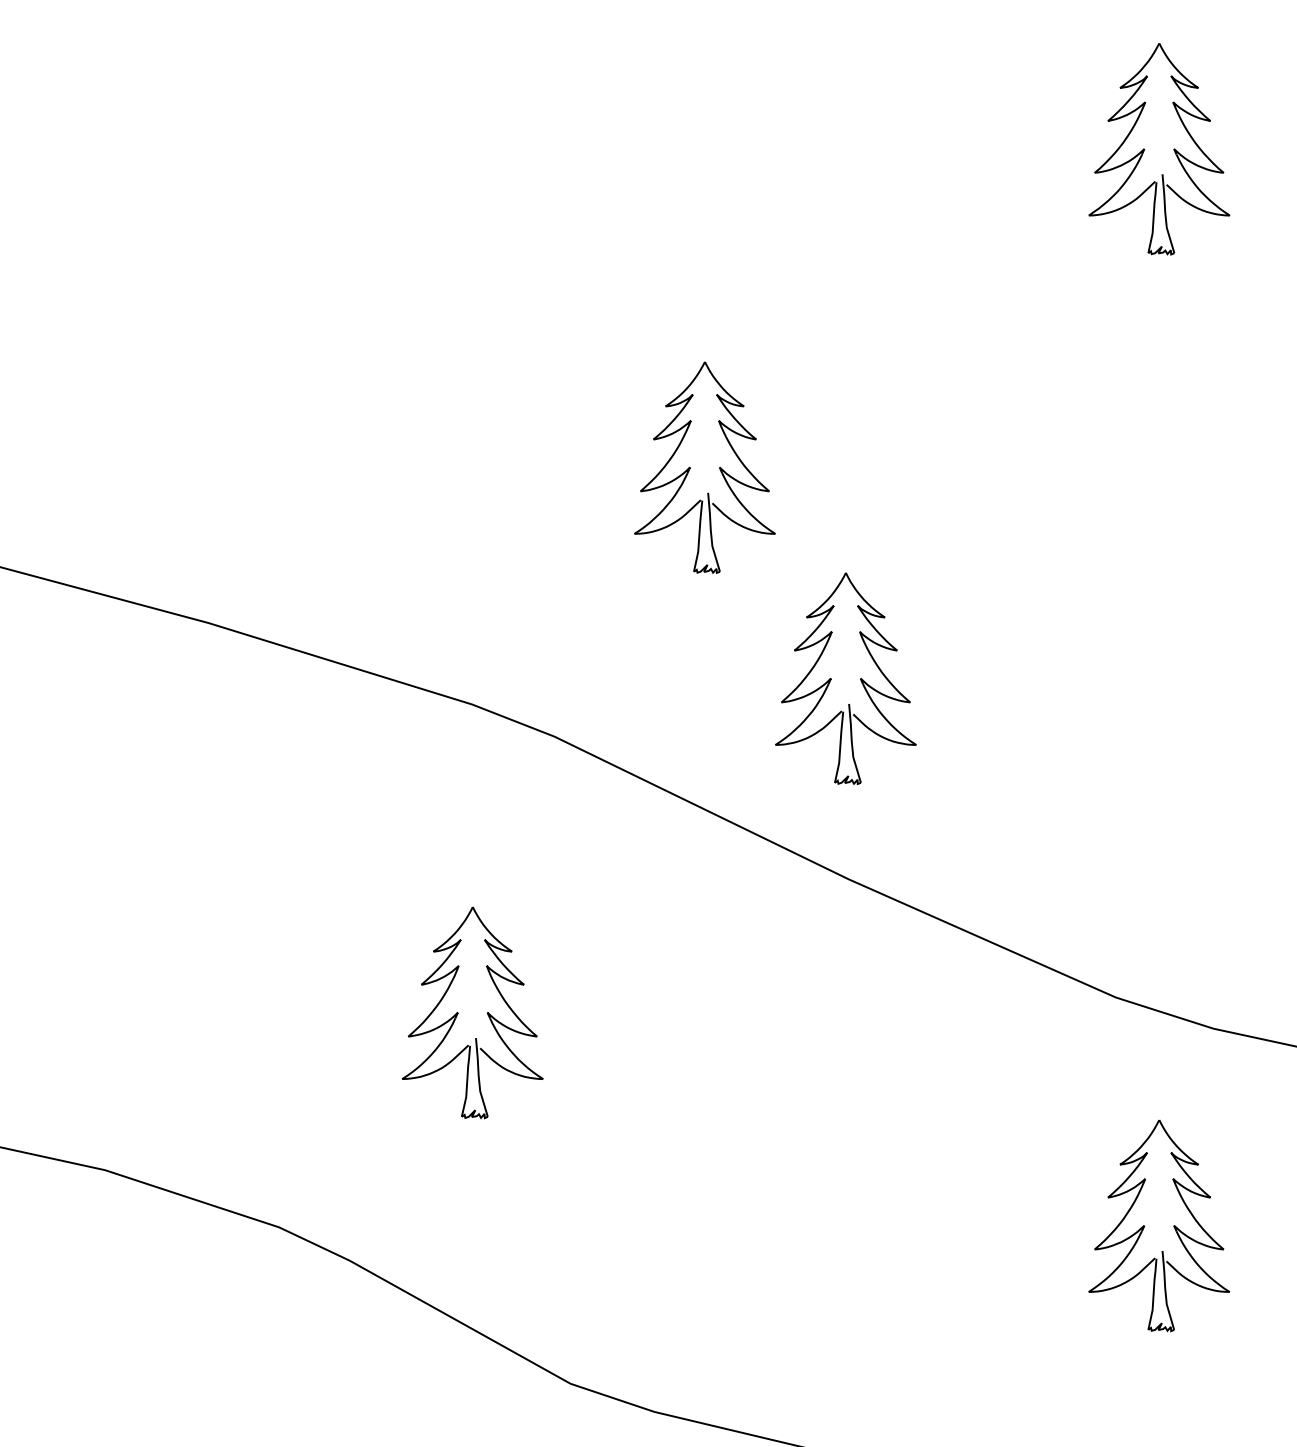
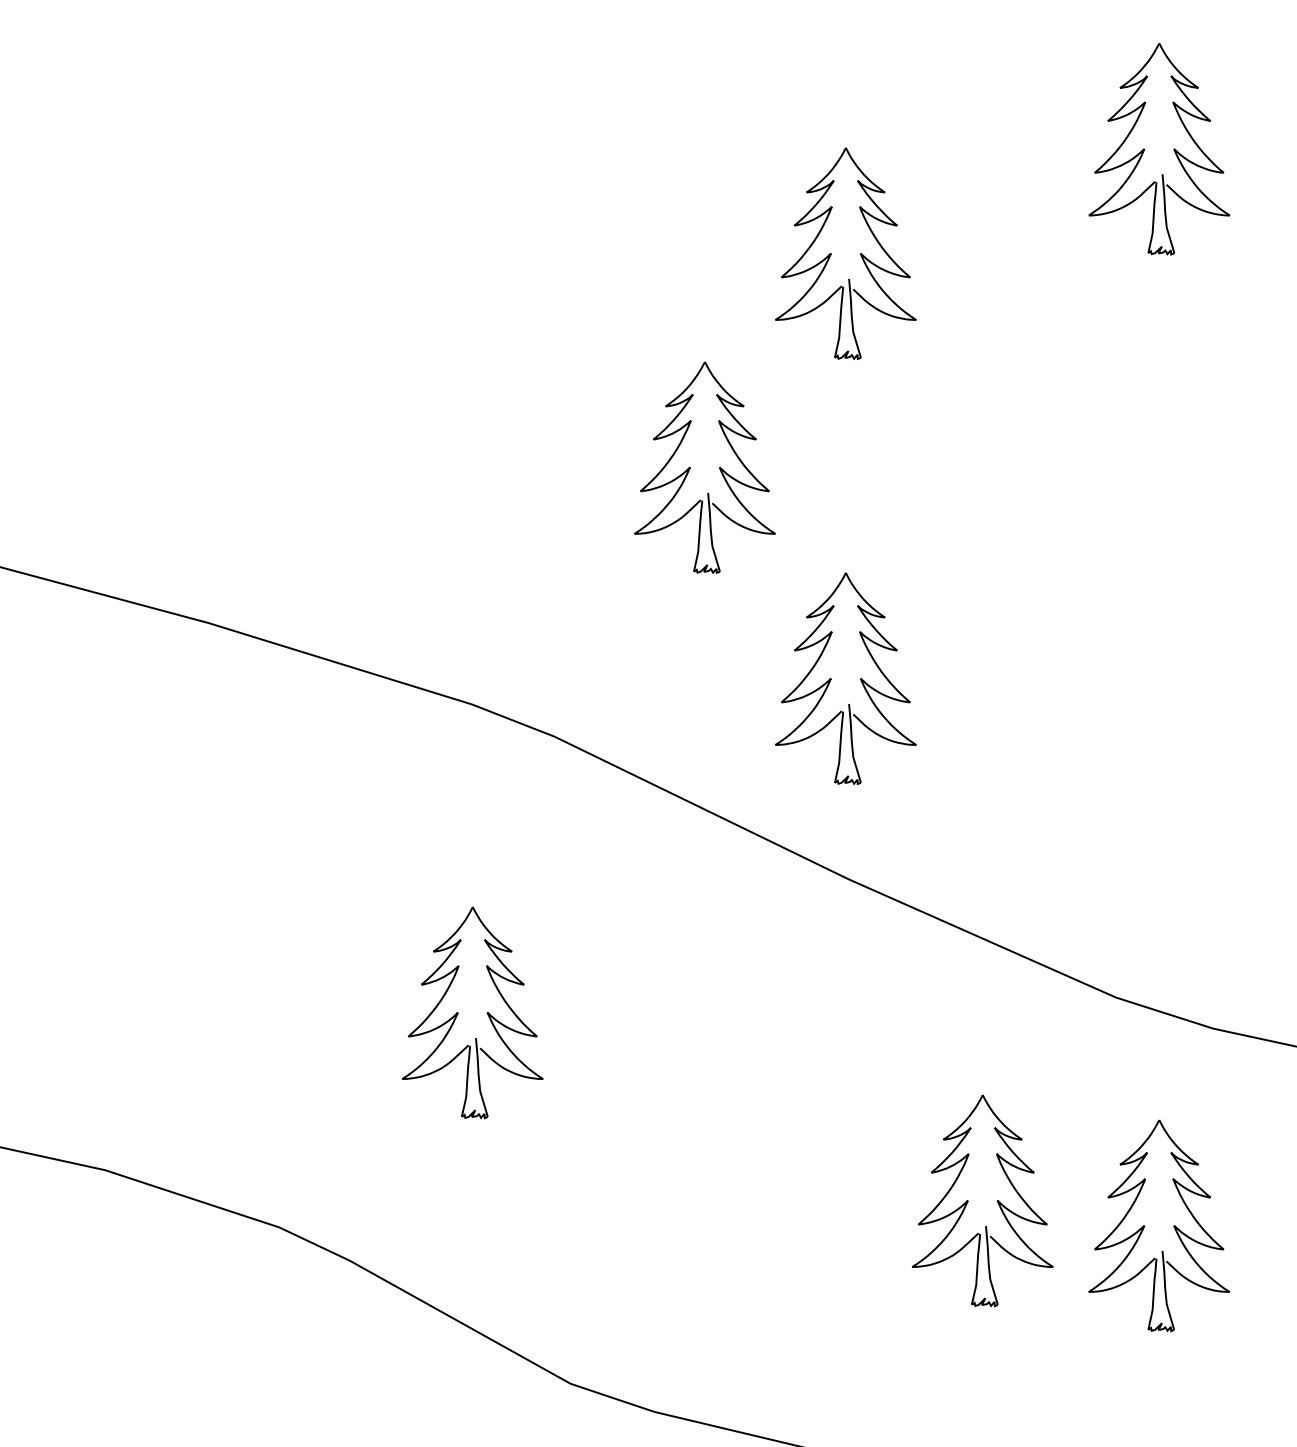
part at (831, 253): none -> present
part at (968, 1200): none -> present
